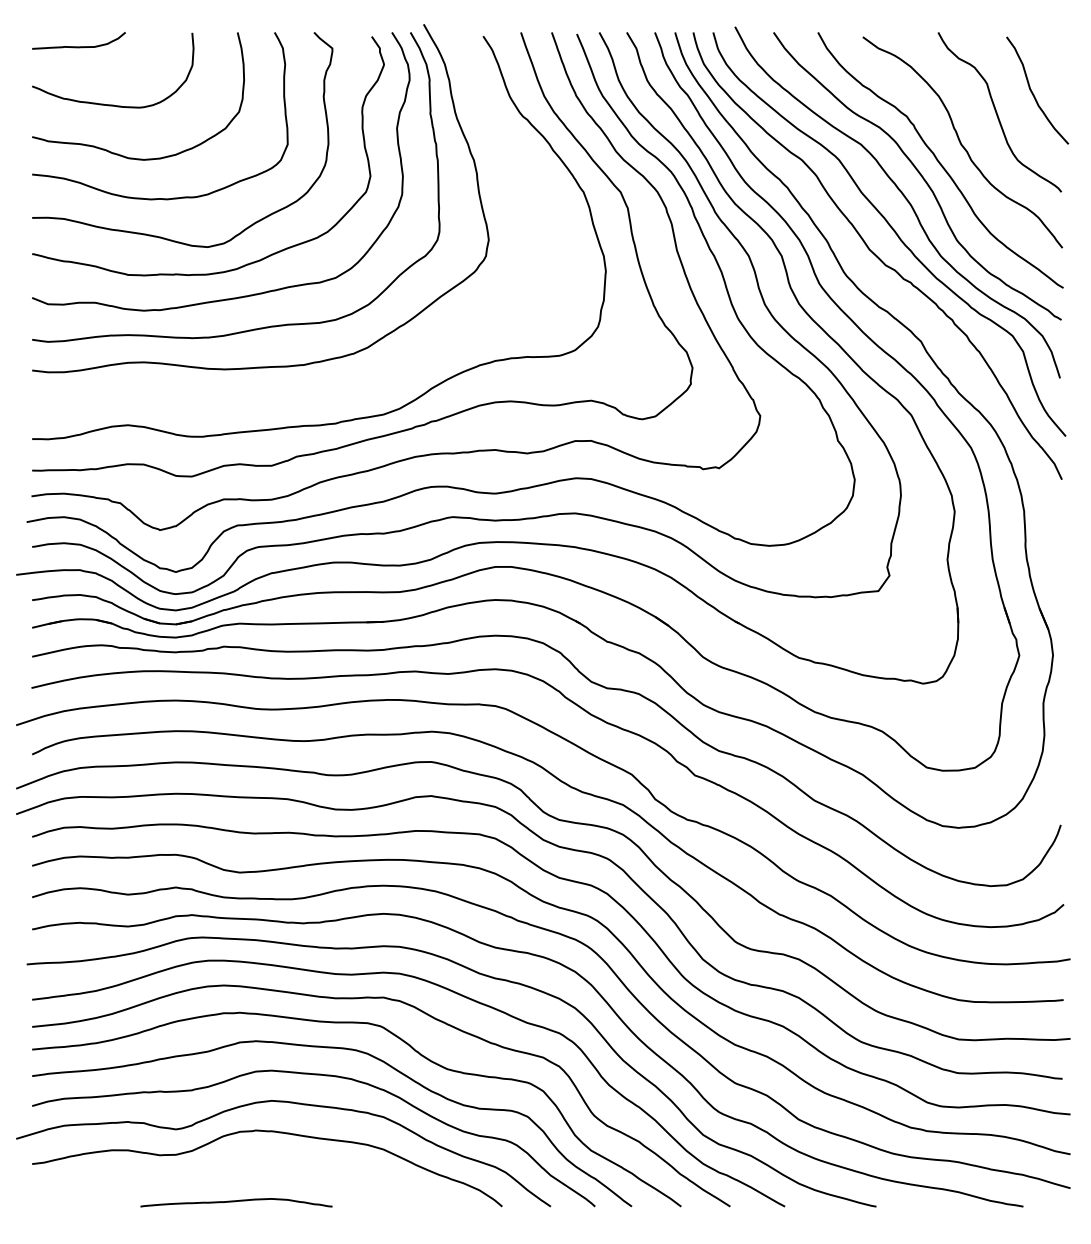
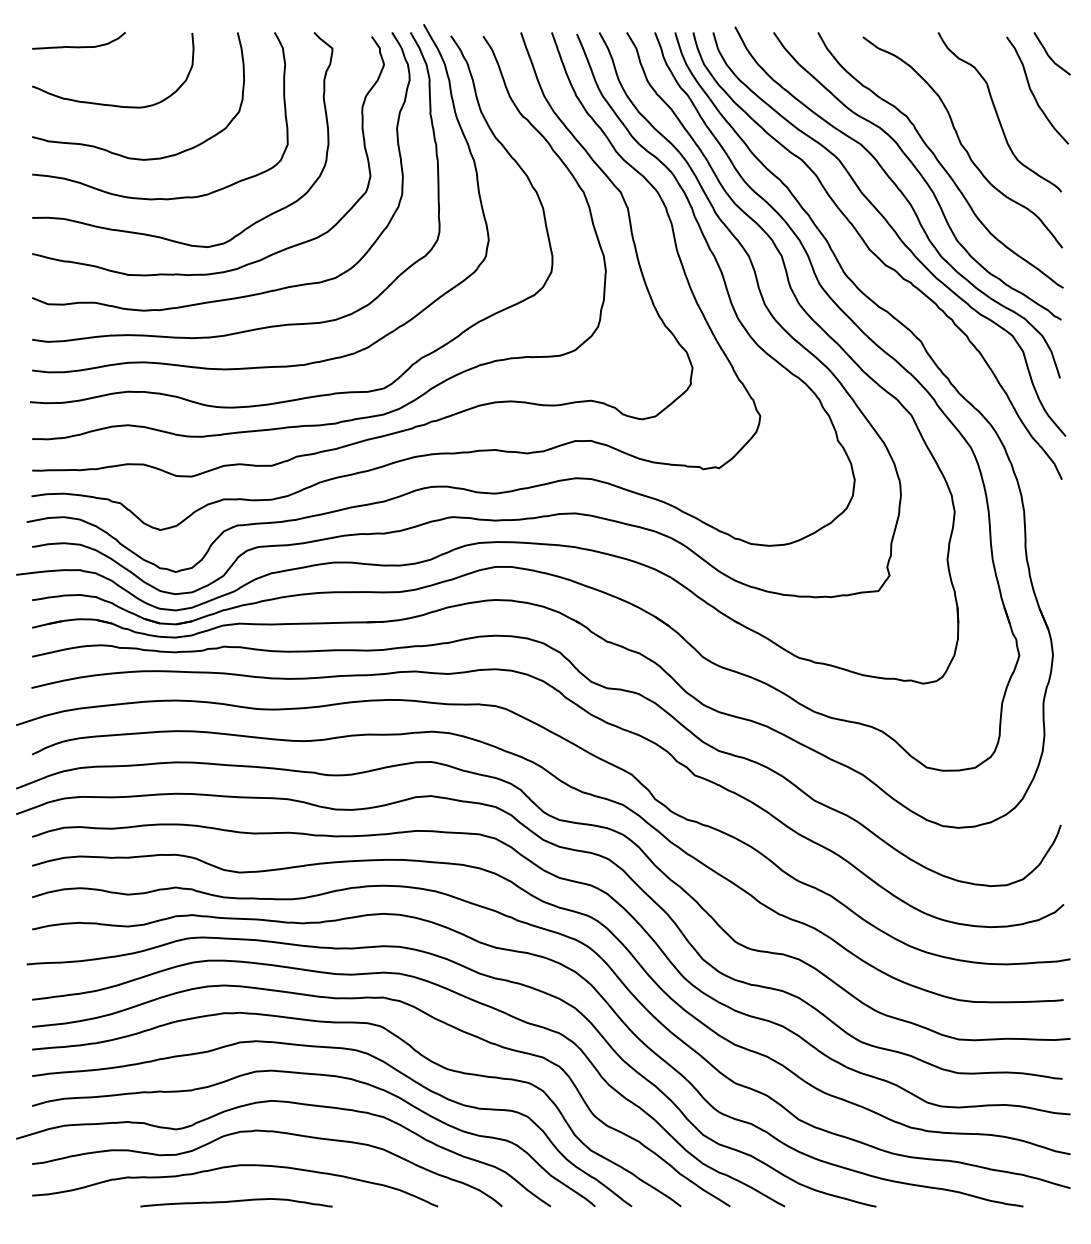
curve at (1049, 55): none -> present
curve at (313, 395): none -> present
curve at (232, 1167): none -> present
